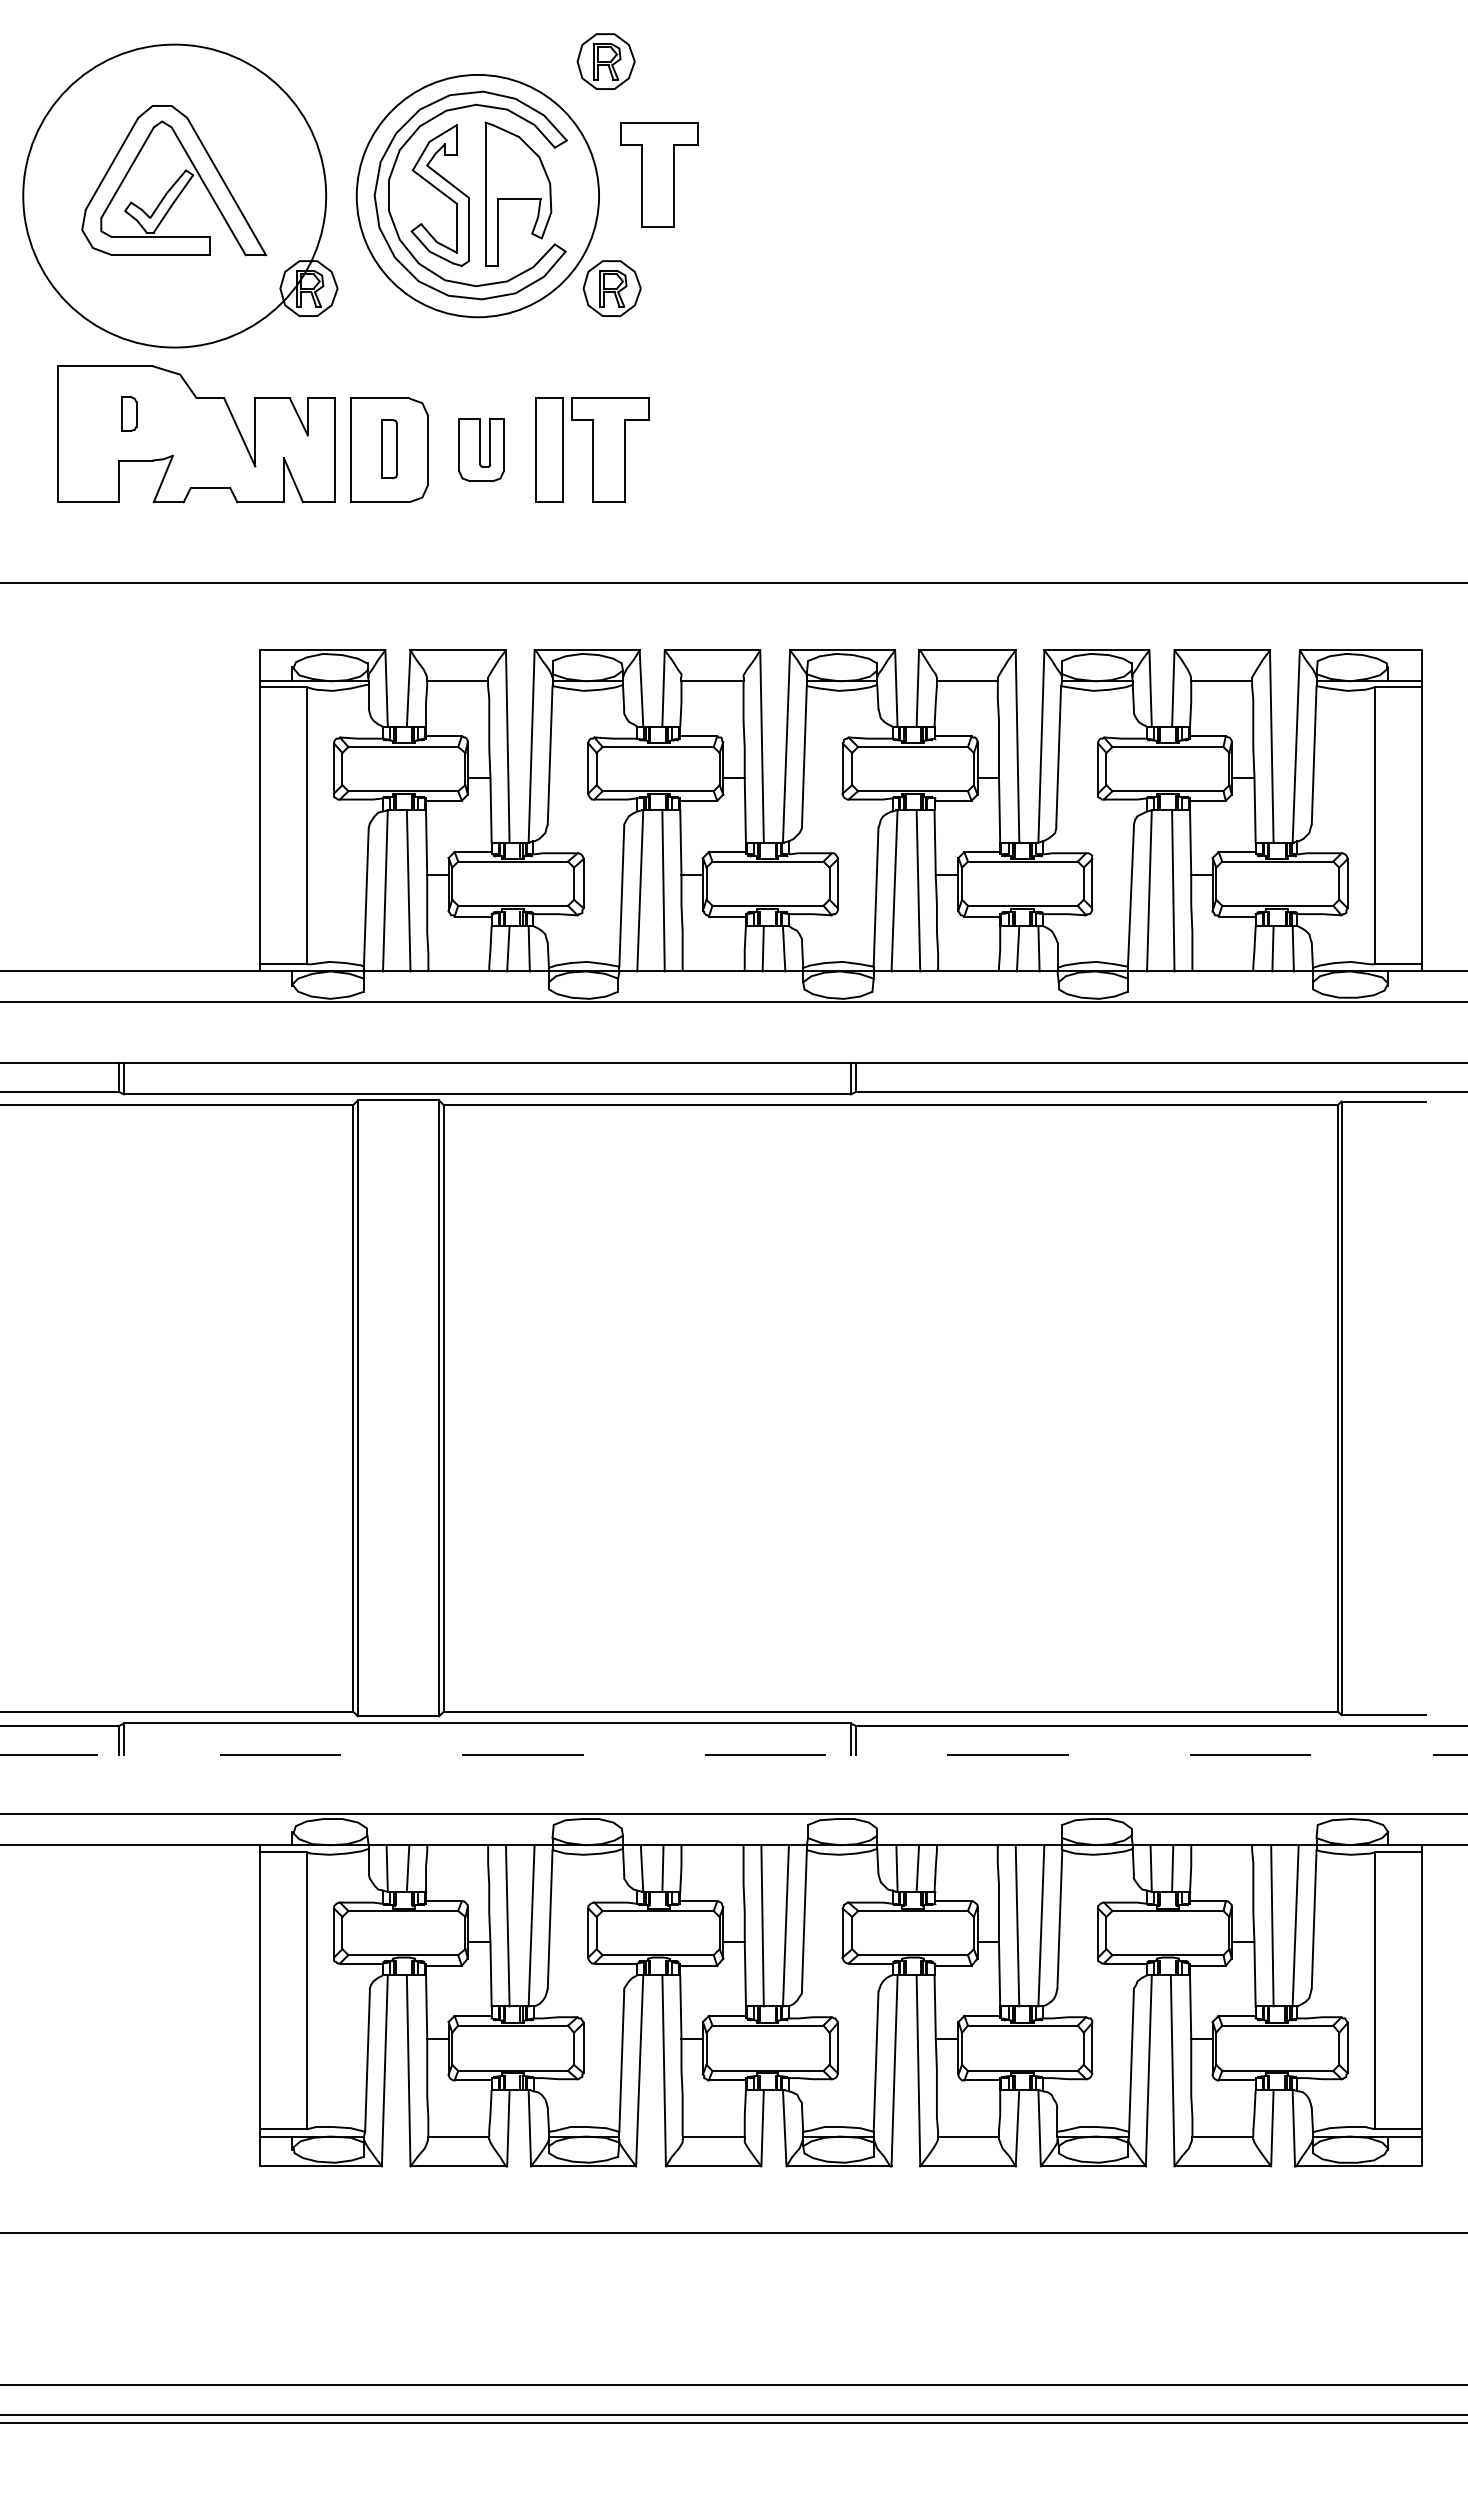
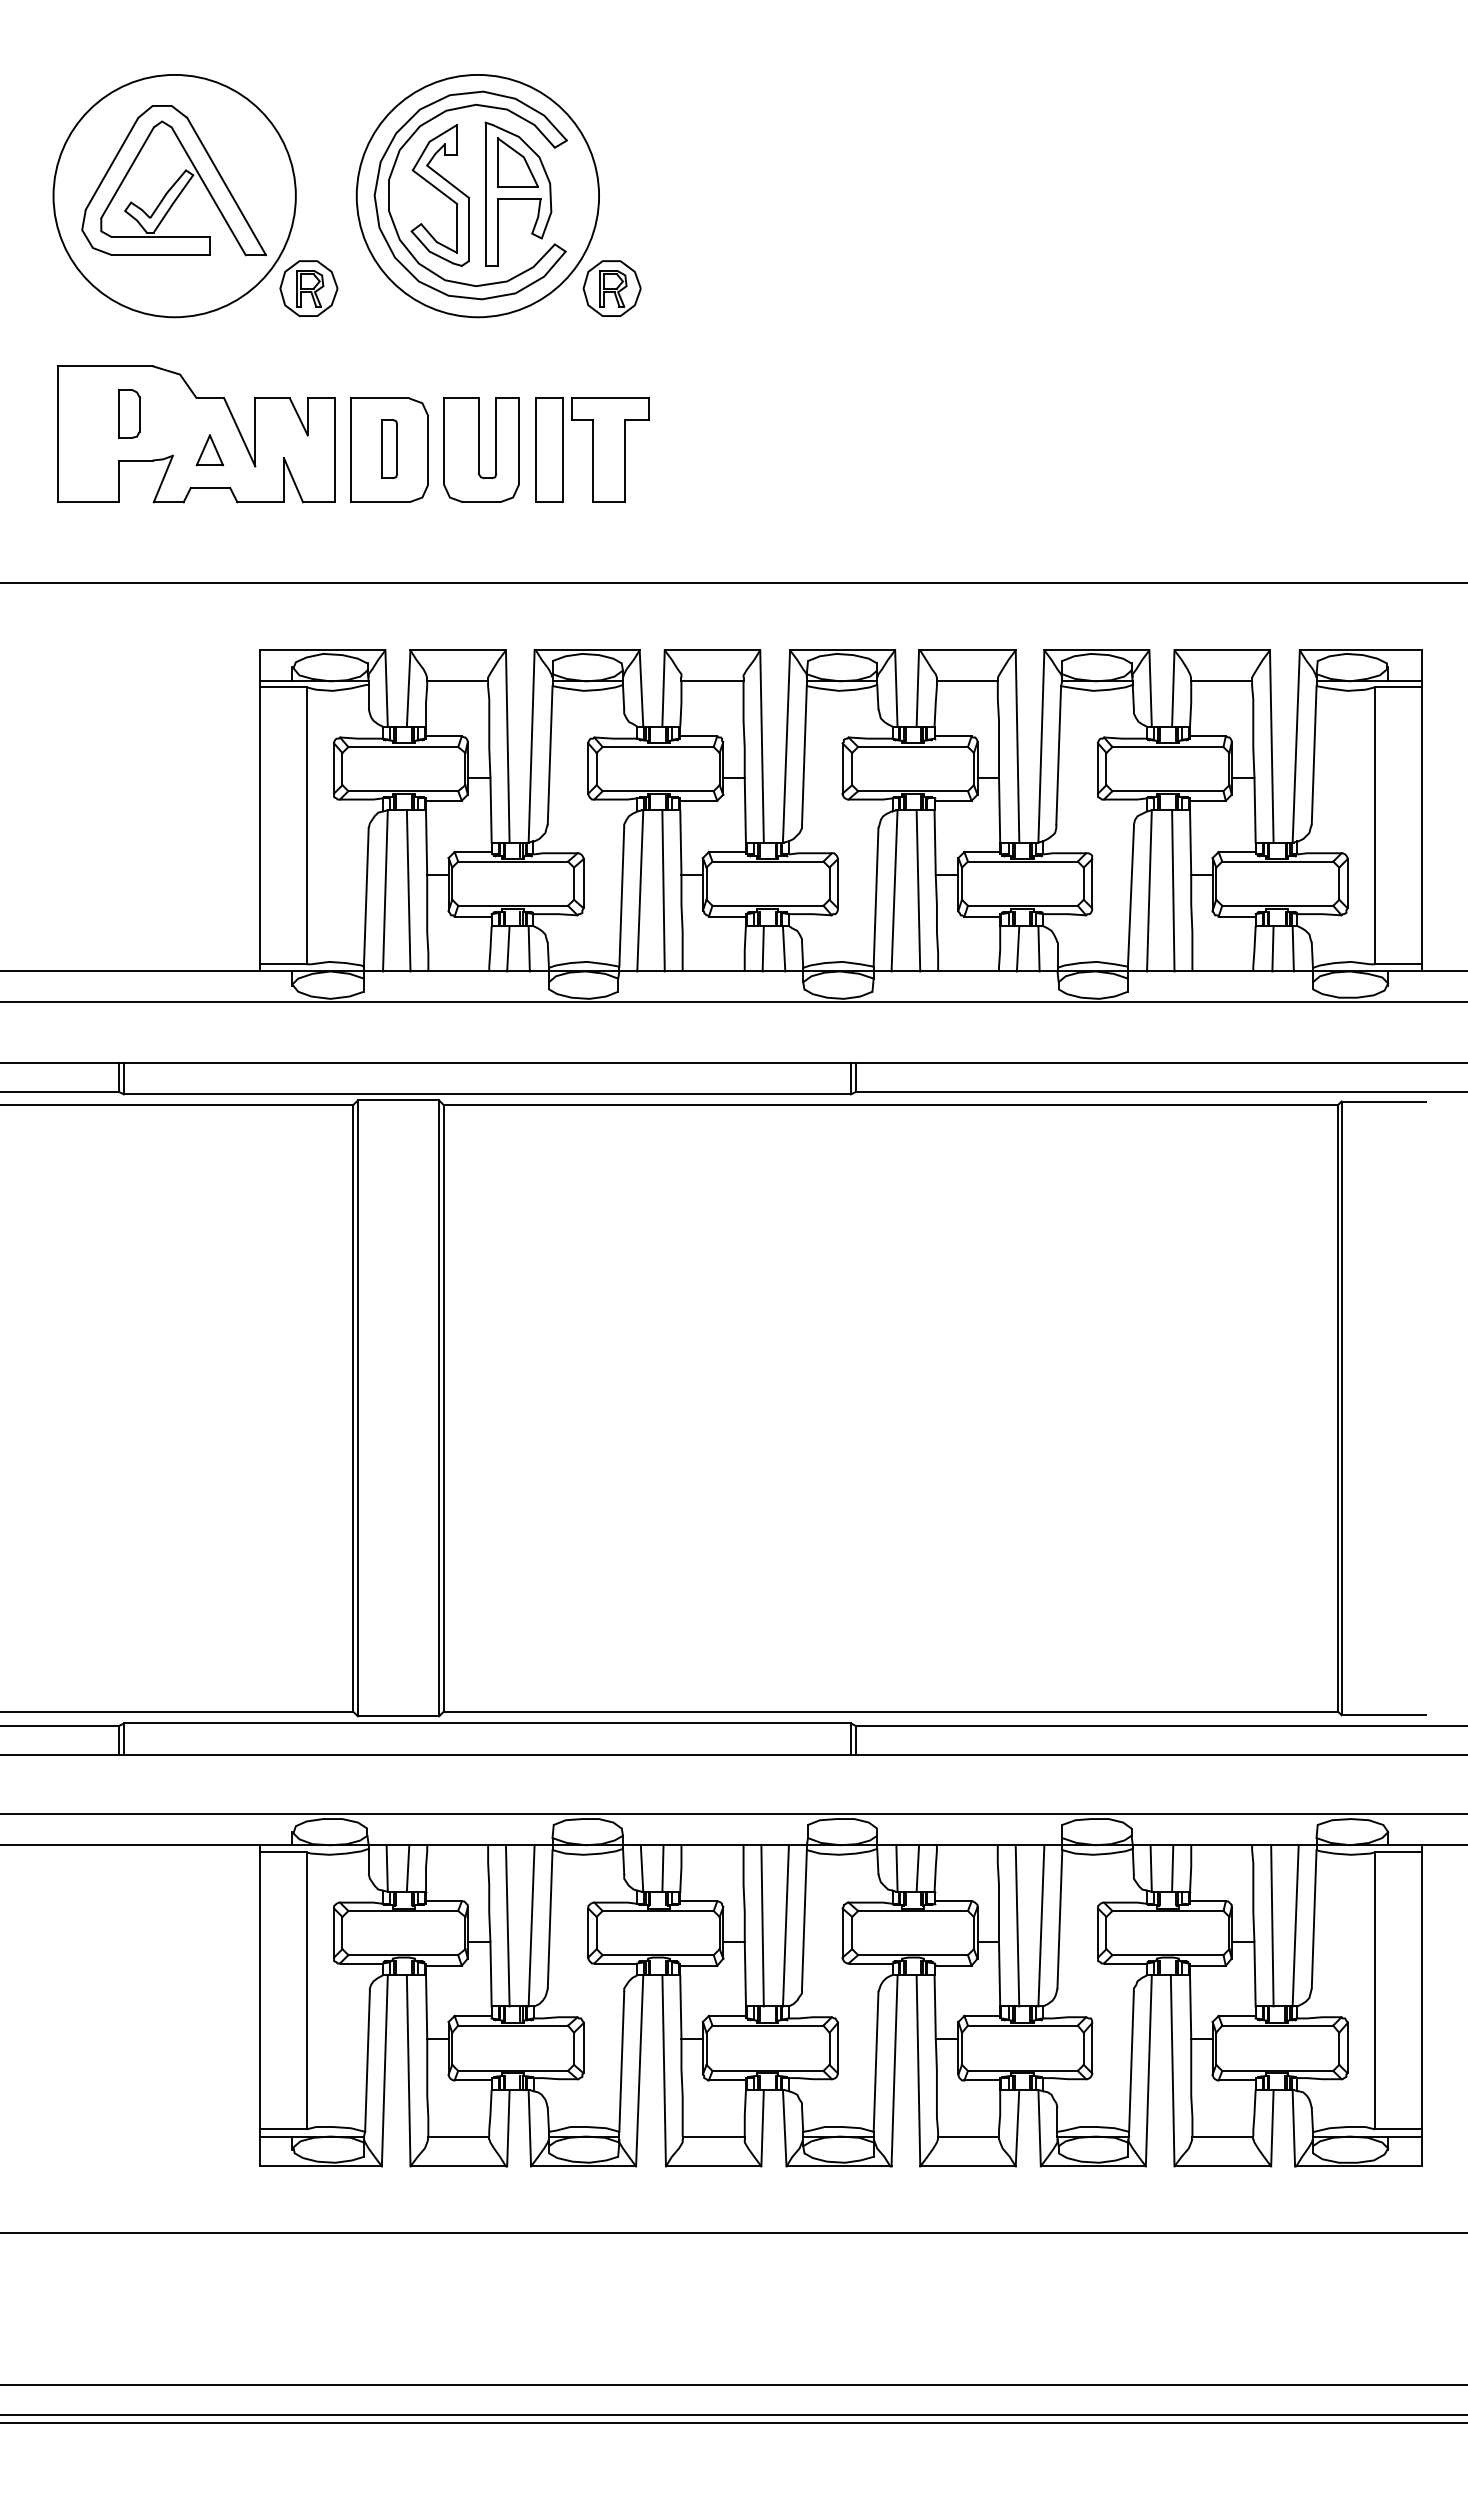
part at (605, 61): present -> none
part at (517, 162): none -> present
part at (659, 174): present -> none
circle at (174, 195) diameter: 303 px -> 242 px
part at (129, 413) size: 17x36 px -> 23x50 px
part at (481, 449) size: 47x64 px -> 77x106 px
part at (209, 450): none -> present
line at (733, 1754): dashed -> solid
